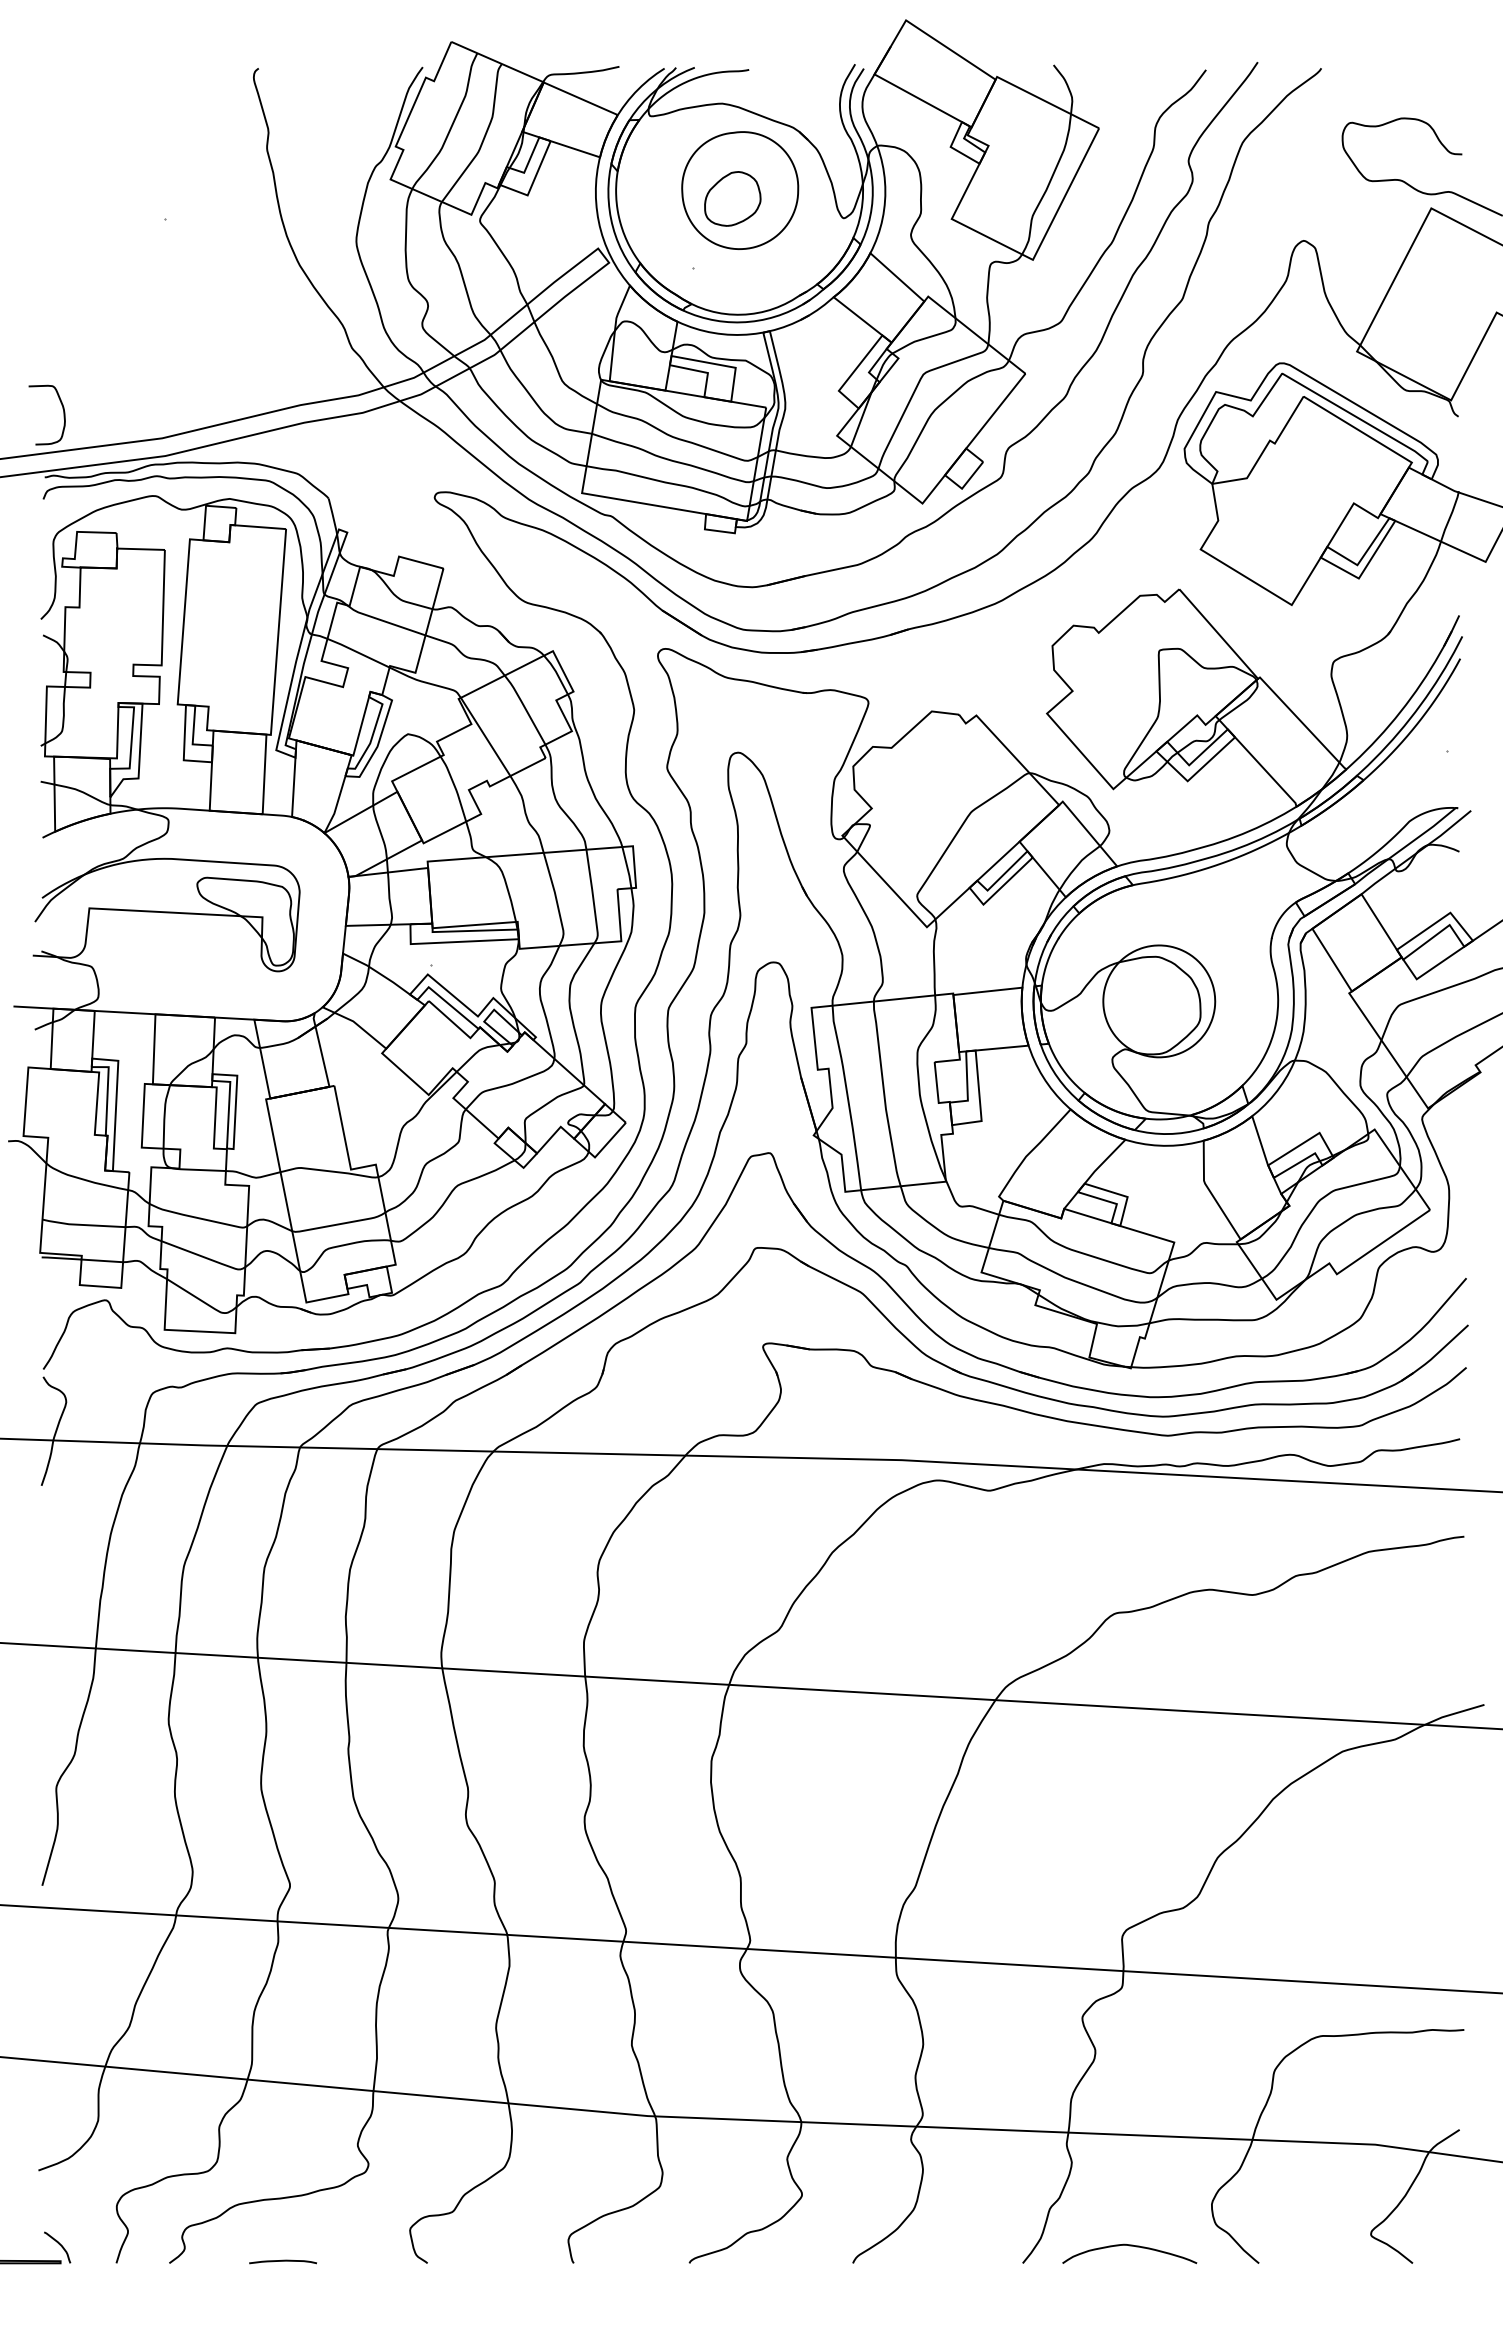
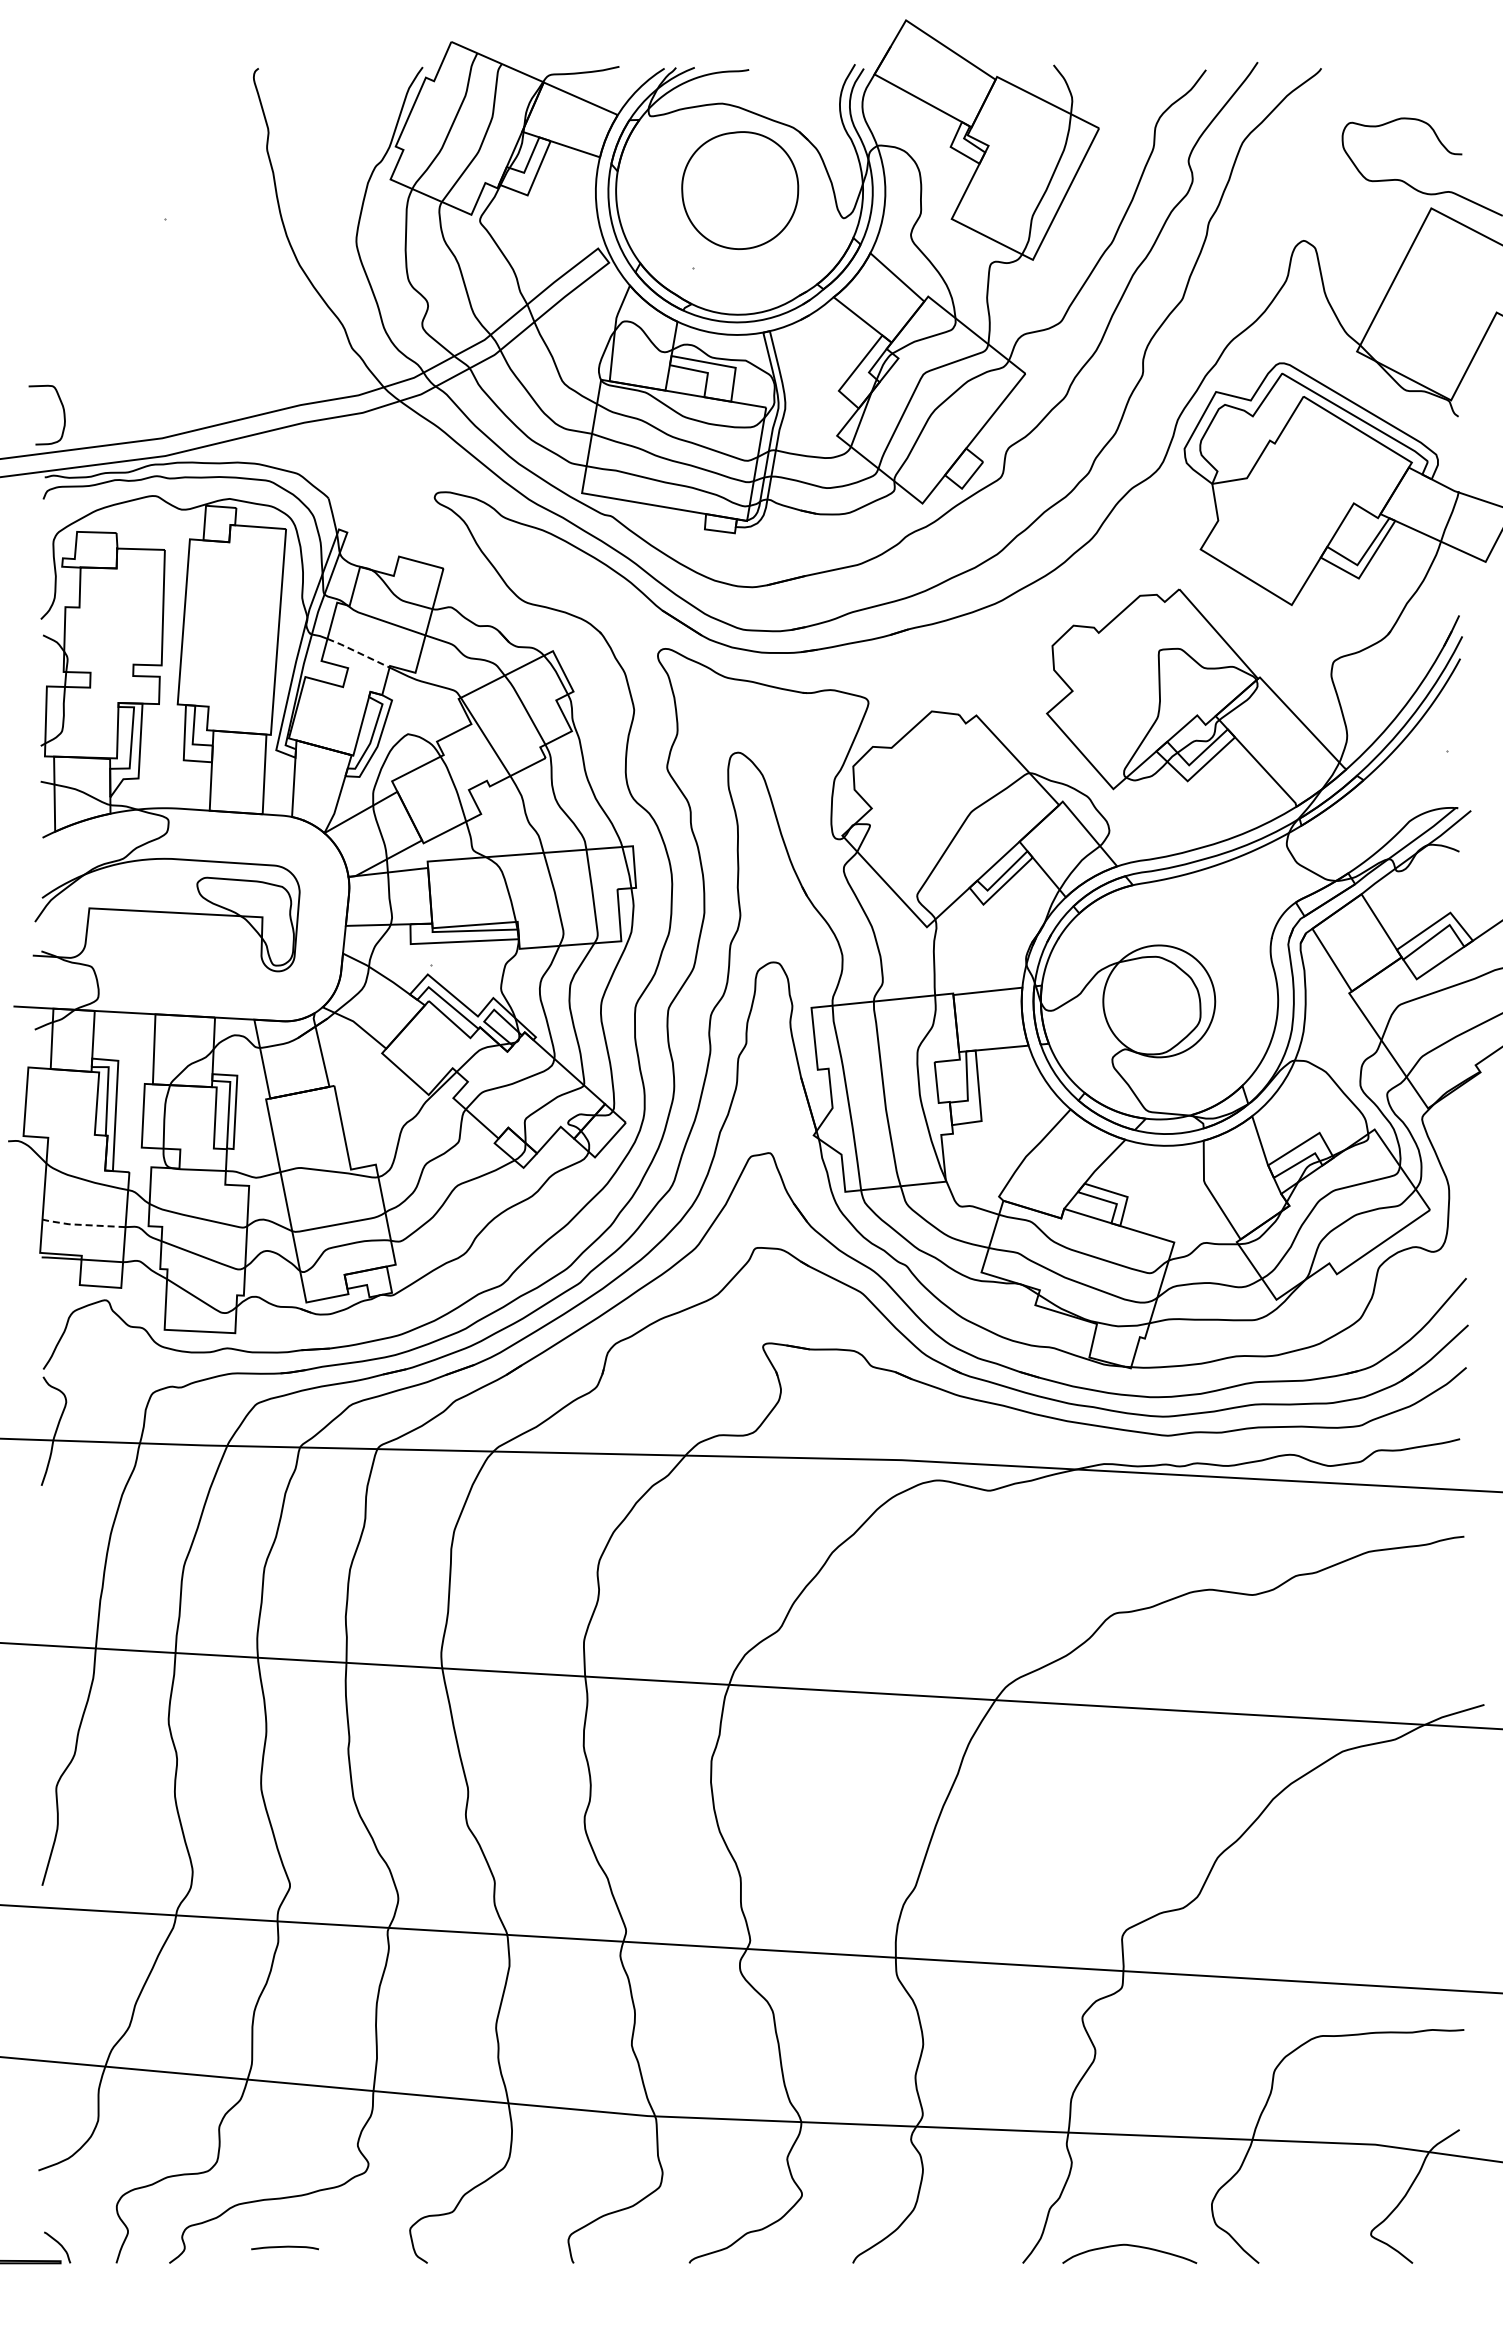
part at (732, 198): present -> none
line at (358, 652): solid -> dashed
line at (82, 1224): solid -> dashed
curve at (282, 2261) position: (282, 2261) -> (284, 2247)
